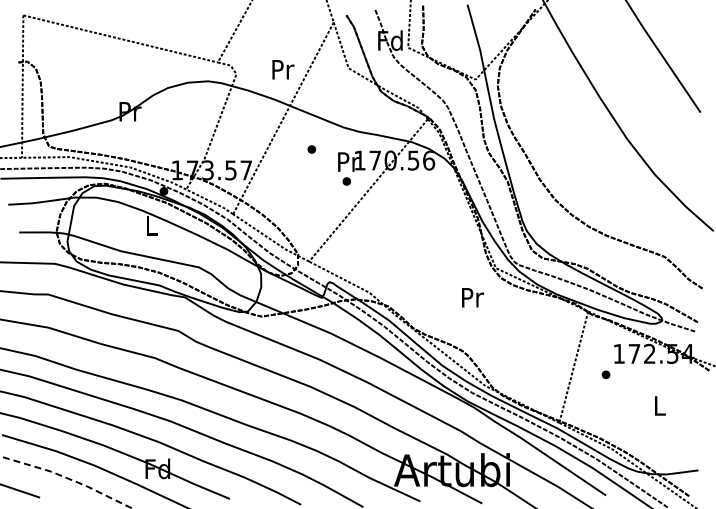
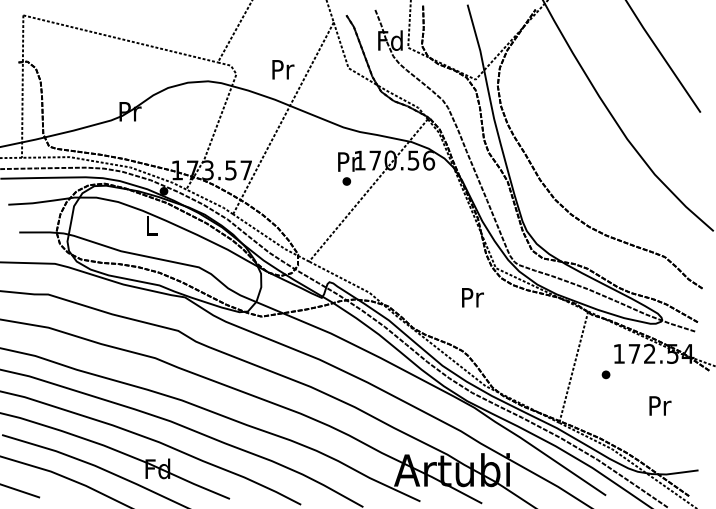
part at (311, 149): present -> none
text at (660, 405): L -> Pr
line at (68, 478): dashed -> solid
